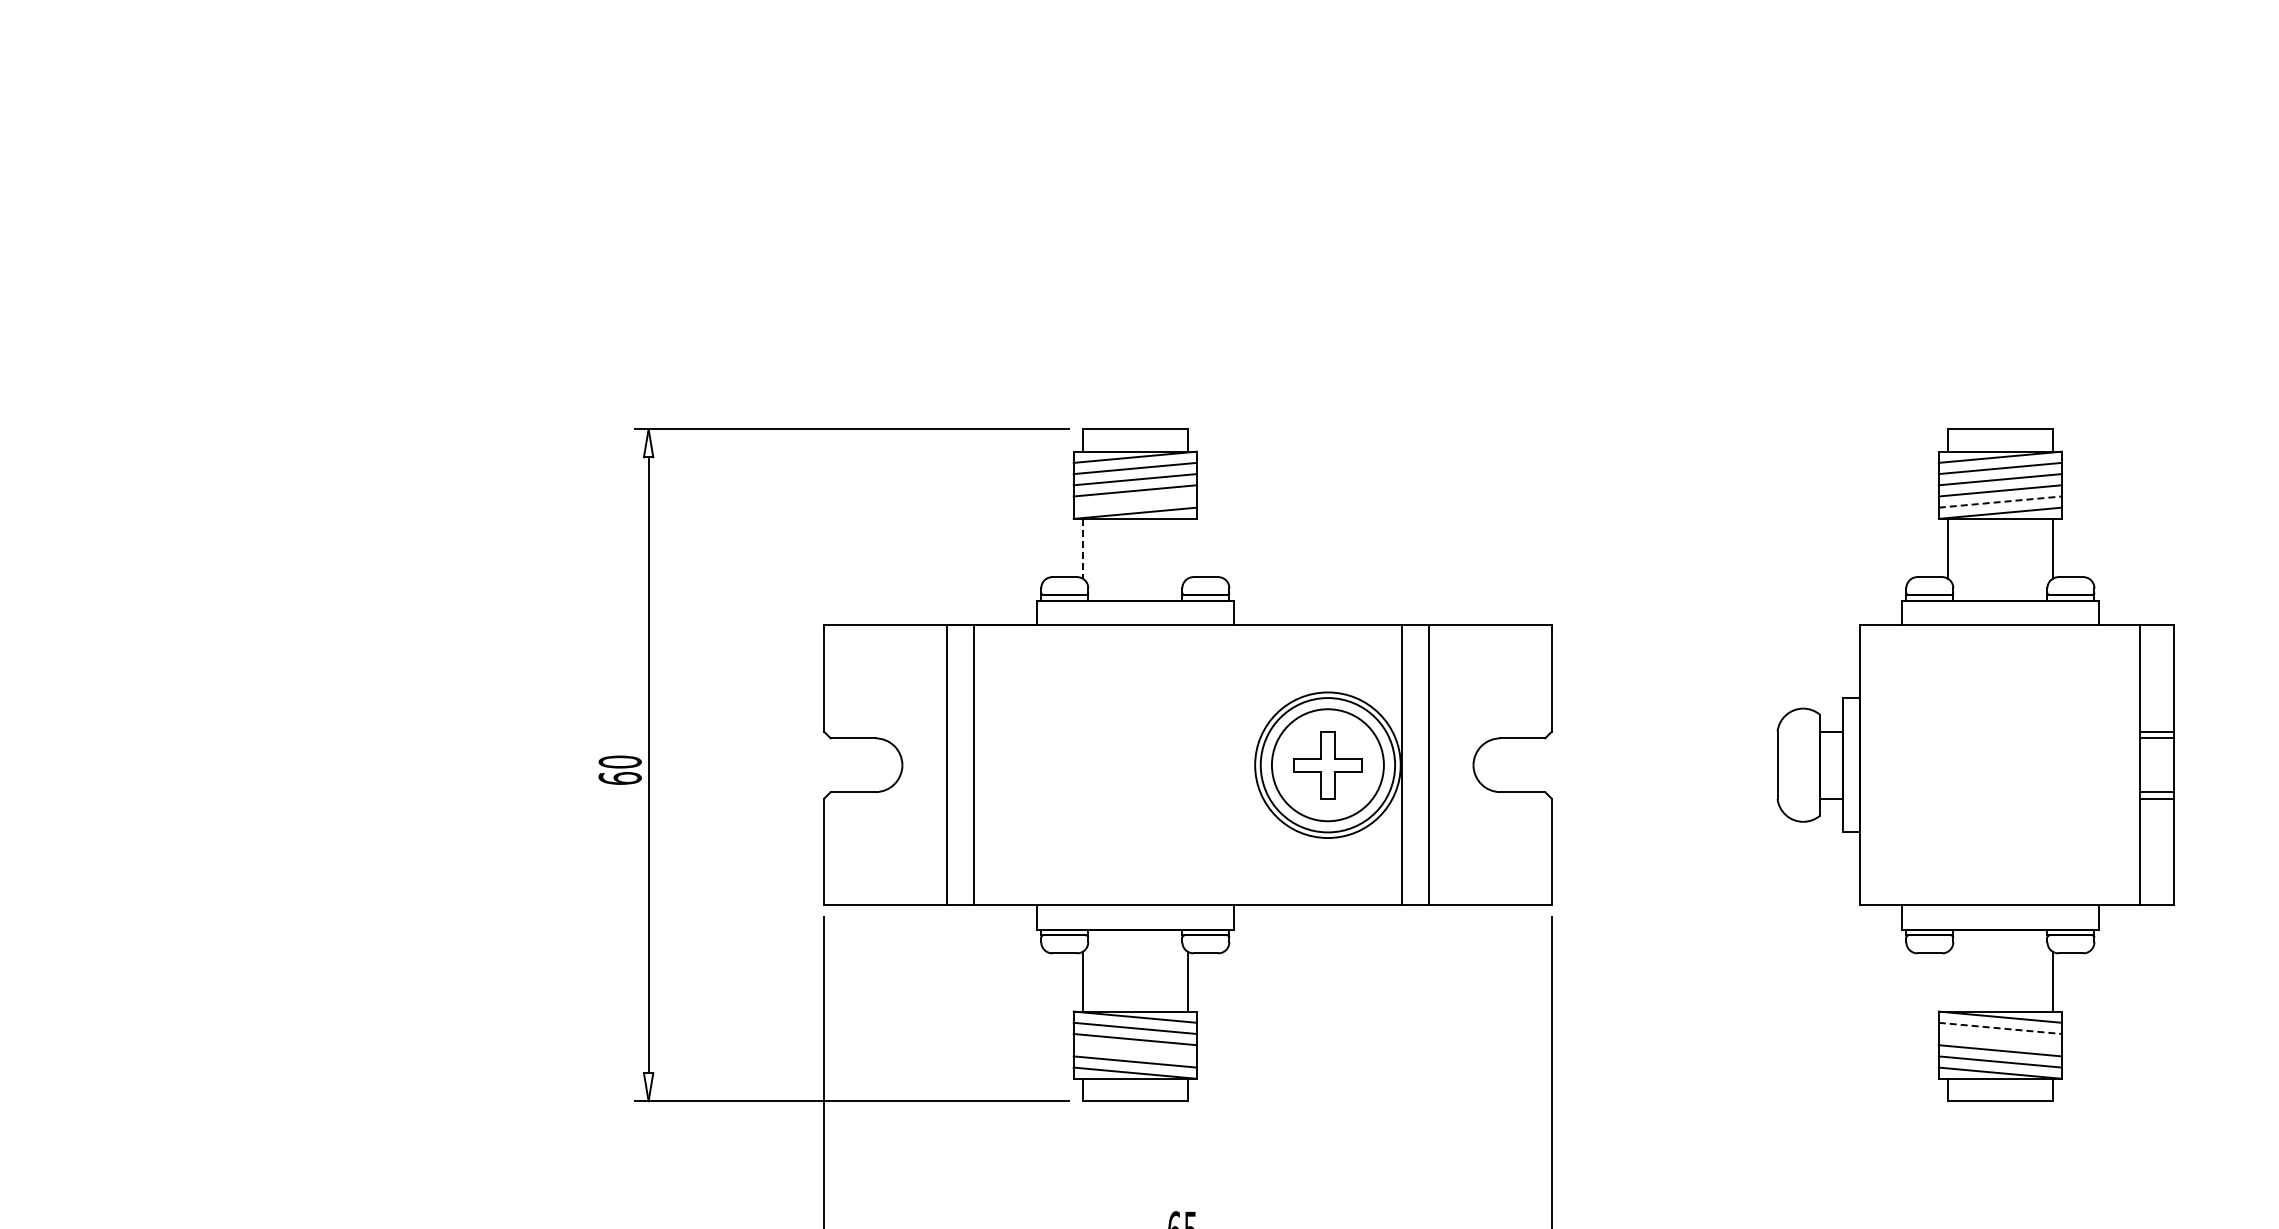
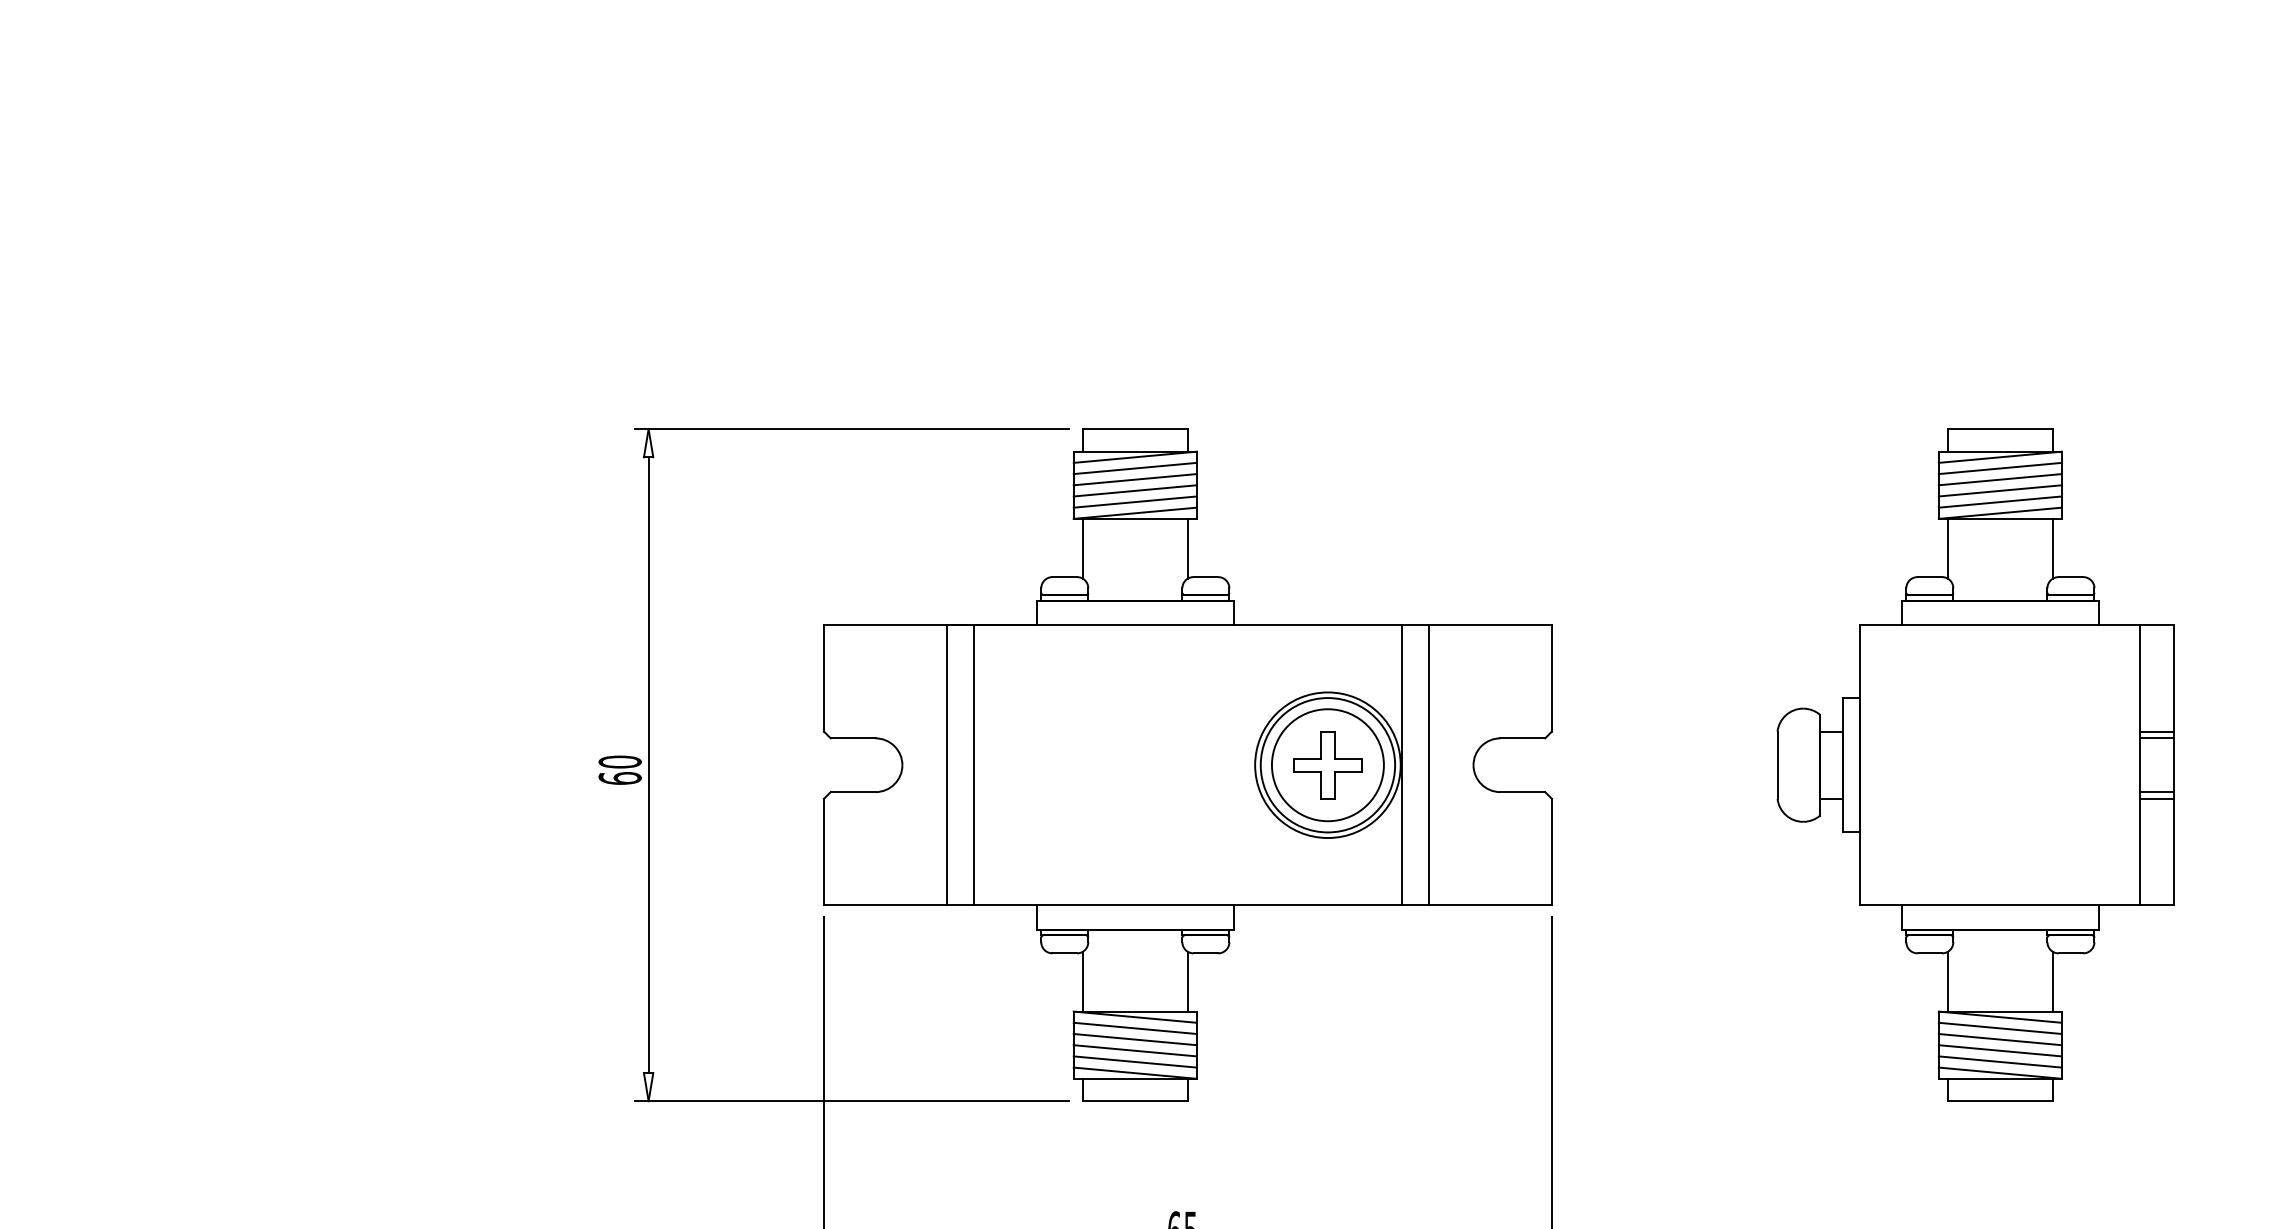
line at (1134, 501): none -> present
line at (2000, 502): dashed -> solid
line at (1082, 548): dashed -> solid
line at (1187, 548): none -> present
line at (1947, 981): none -> present
line at (2000, 1028): dashed -> solid
line at (1999, 1039): none -> present
line at (1134, 1050): none -> present
